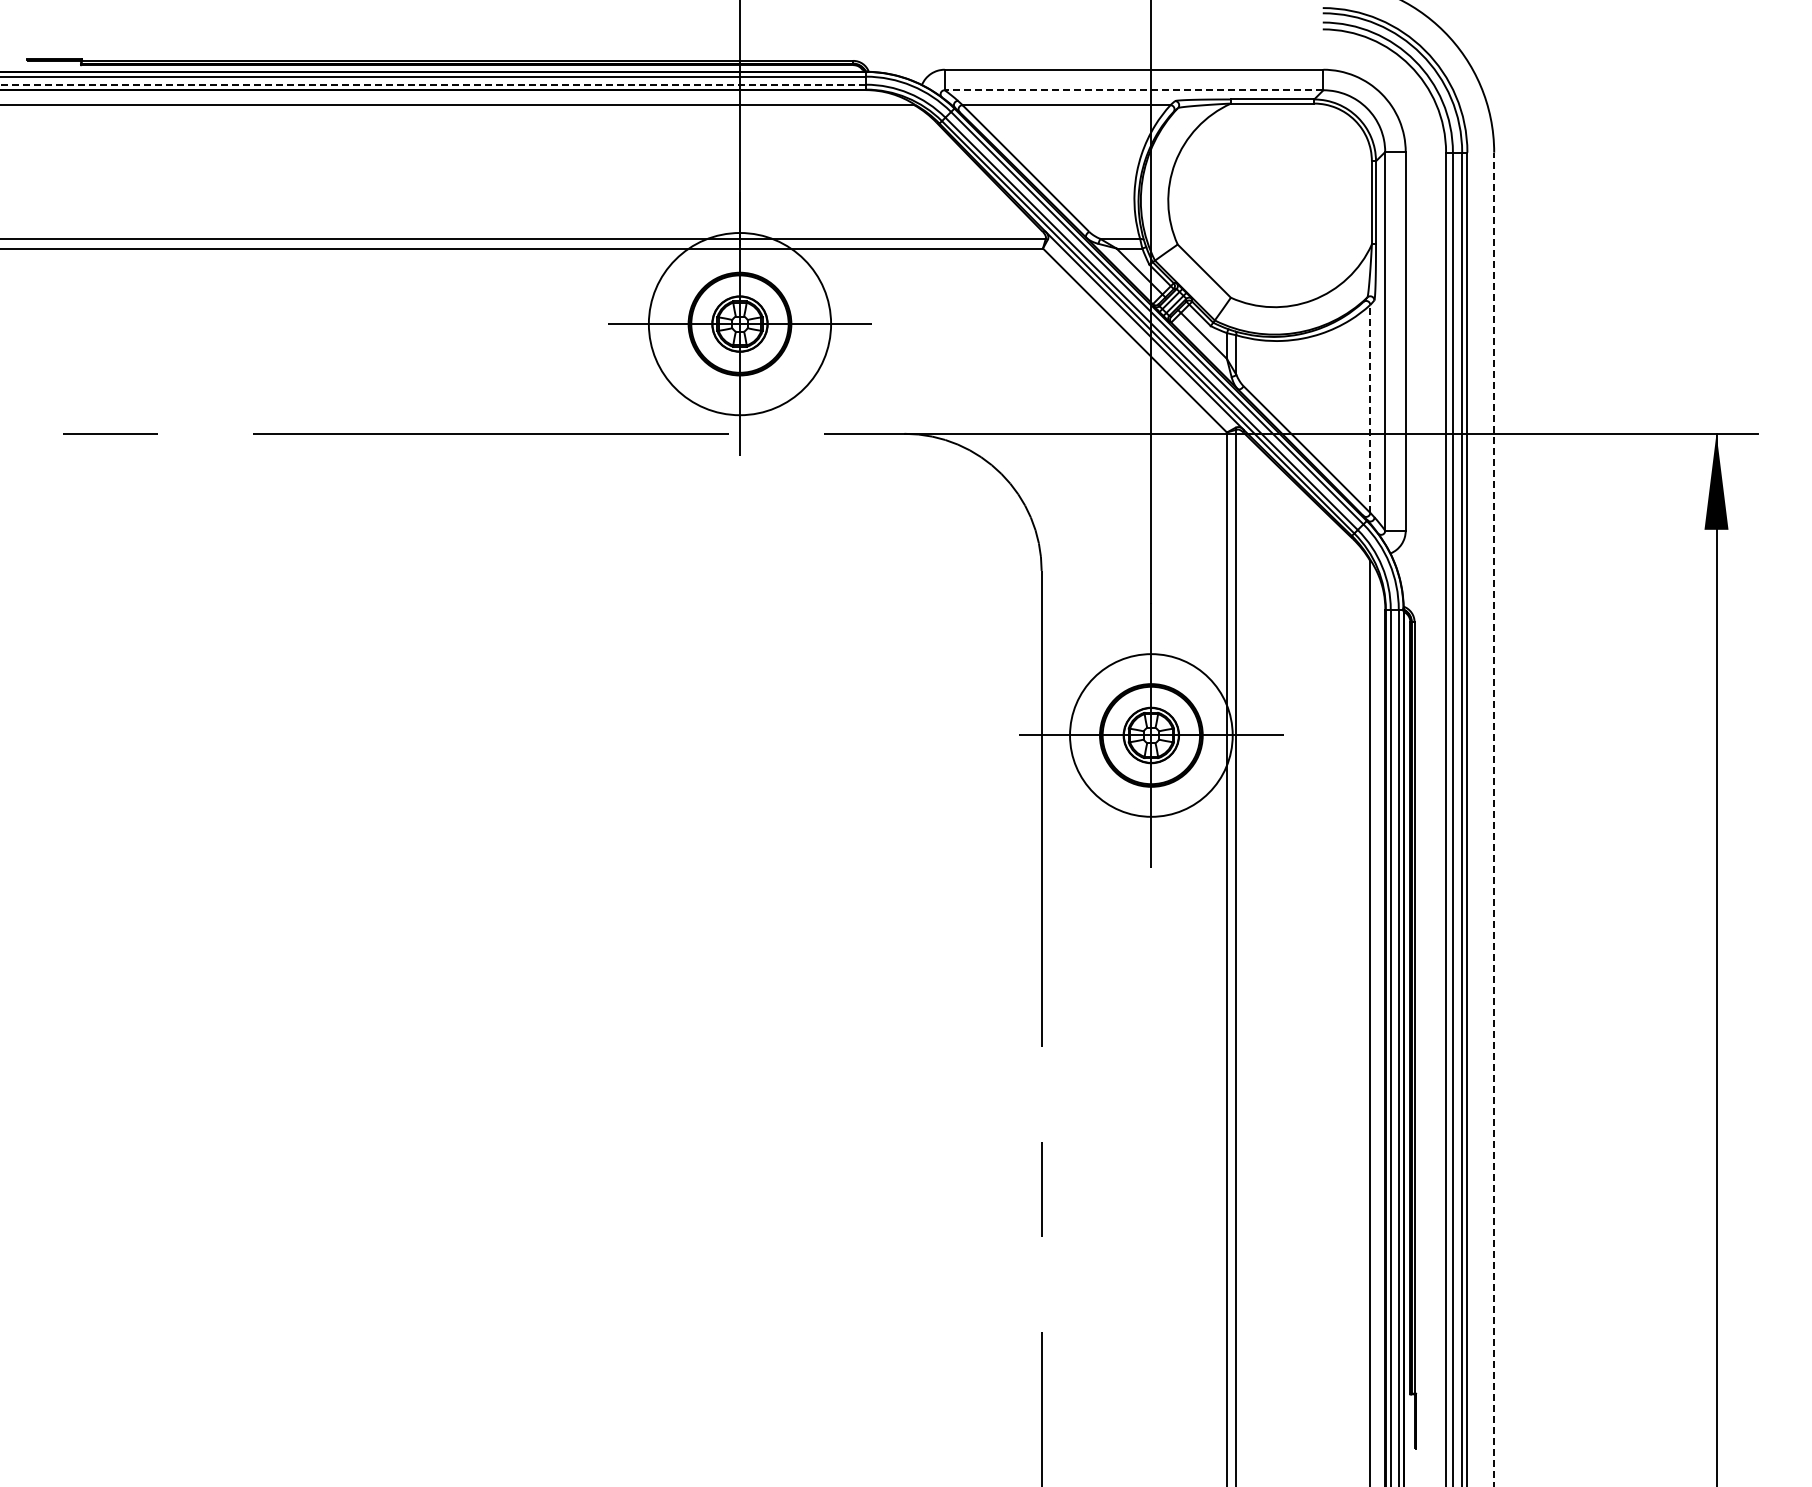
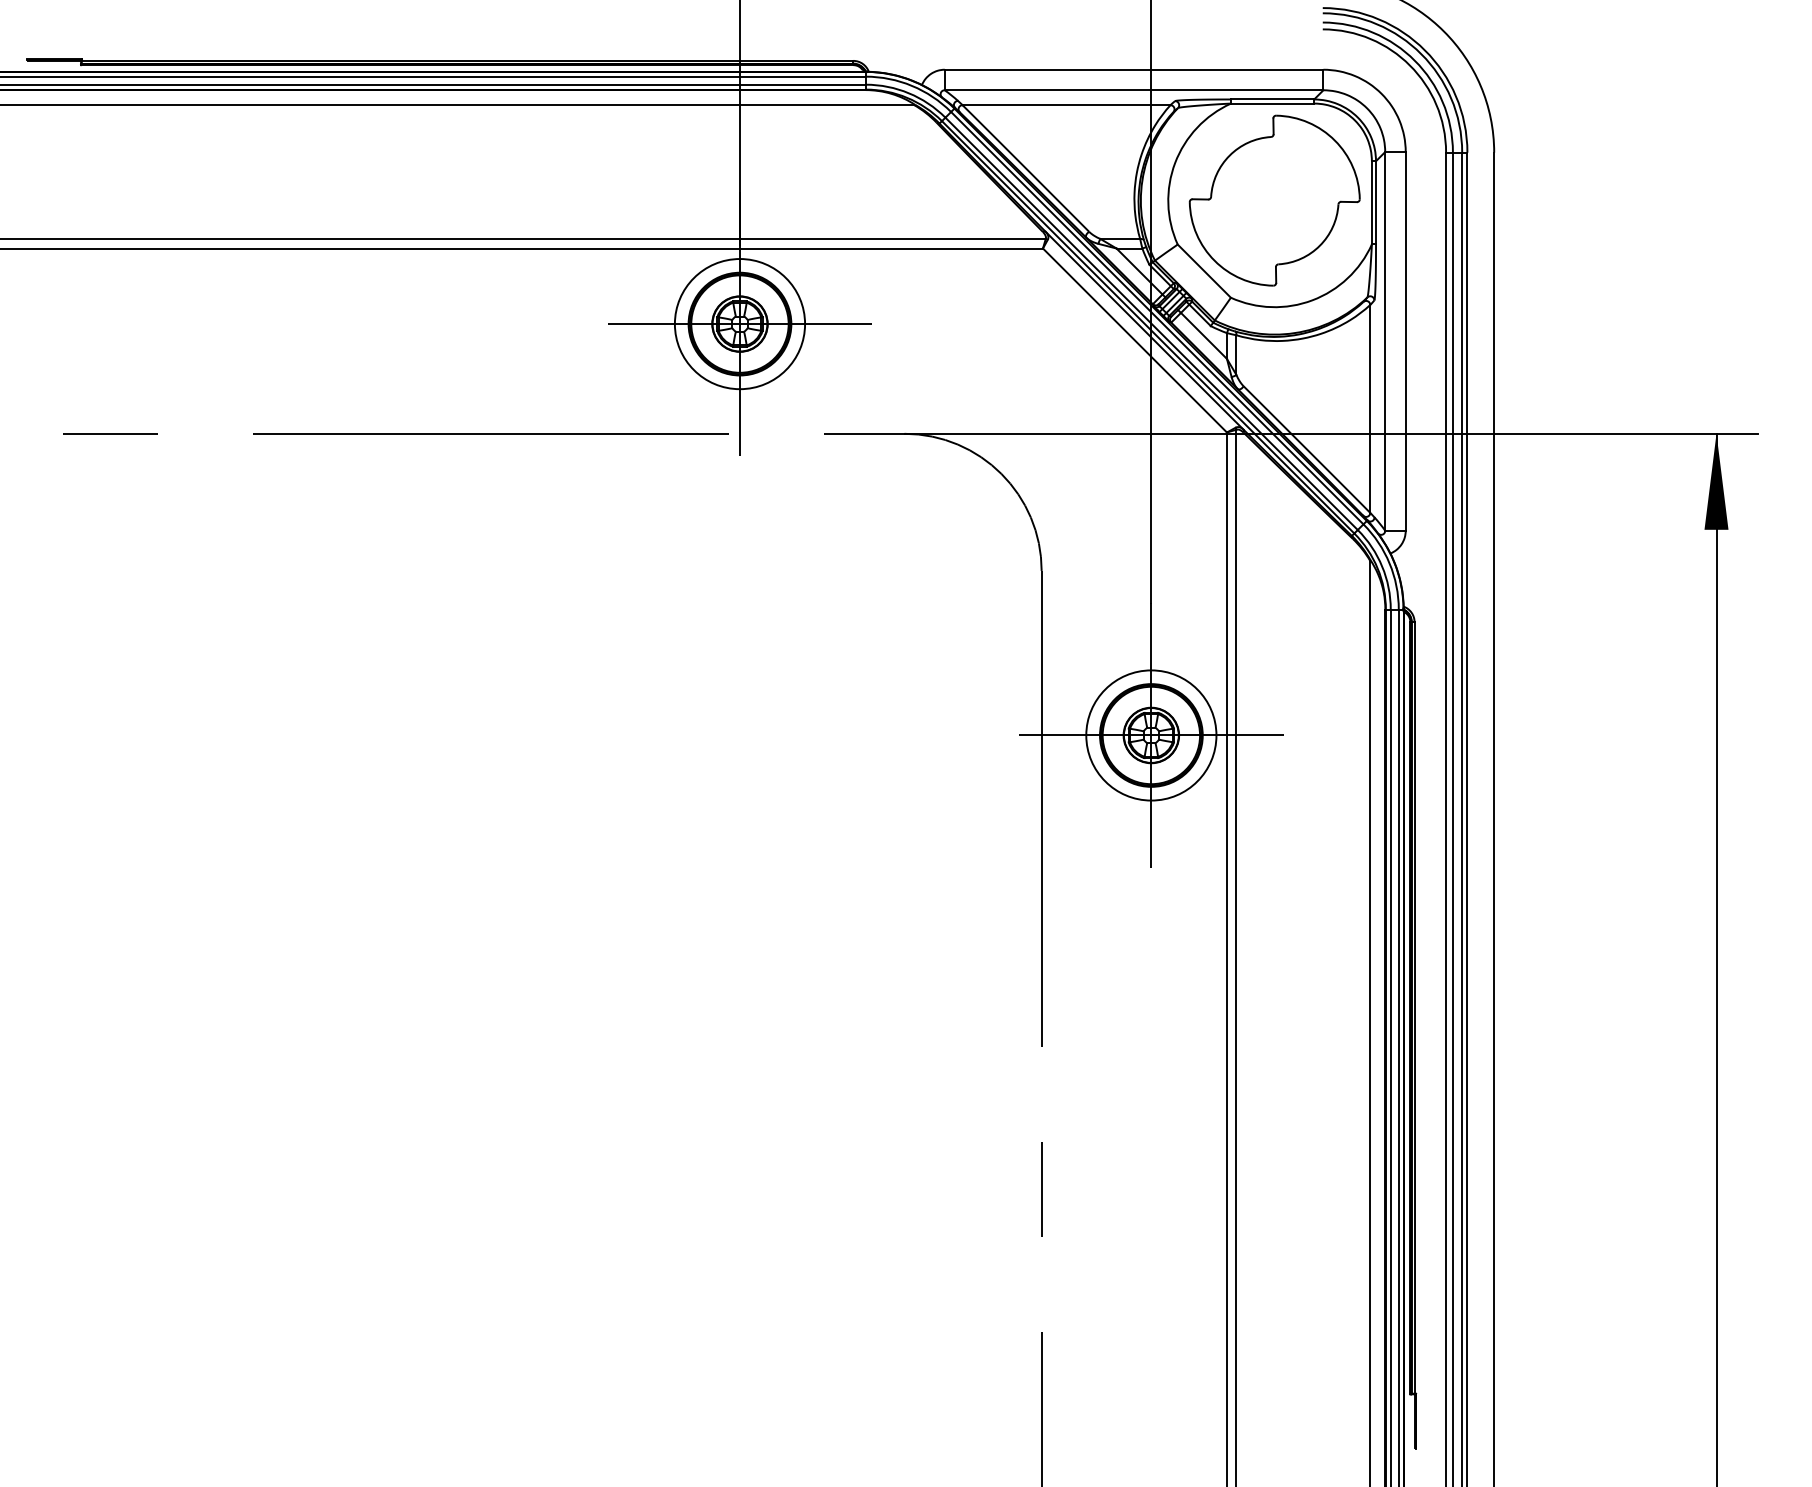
line at (432, 84): dashed -> solid
line at (1133, 90): dashed -> solid
part at (1274, 200): none -> present
circle at (739, 324) diameter: 182 px -> 130 px
line at (1370, 408): dashed -> solid
circle at (1151, 735) diameter: 163 px -> 130 px
line at (1494, 819): dashed -> solid
